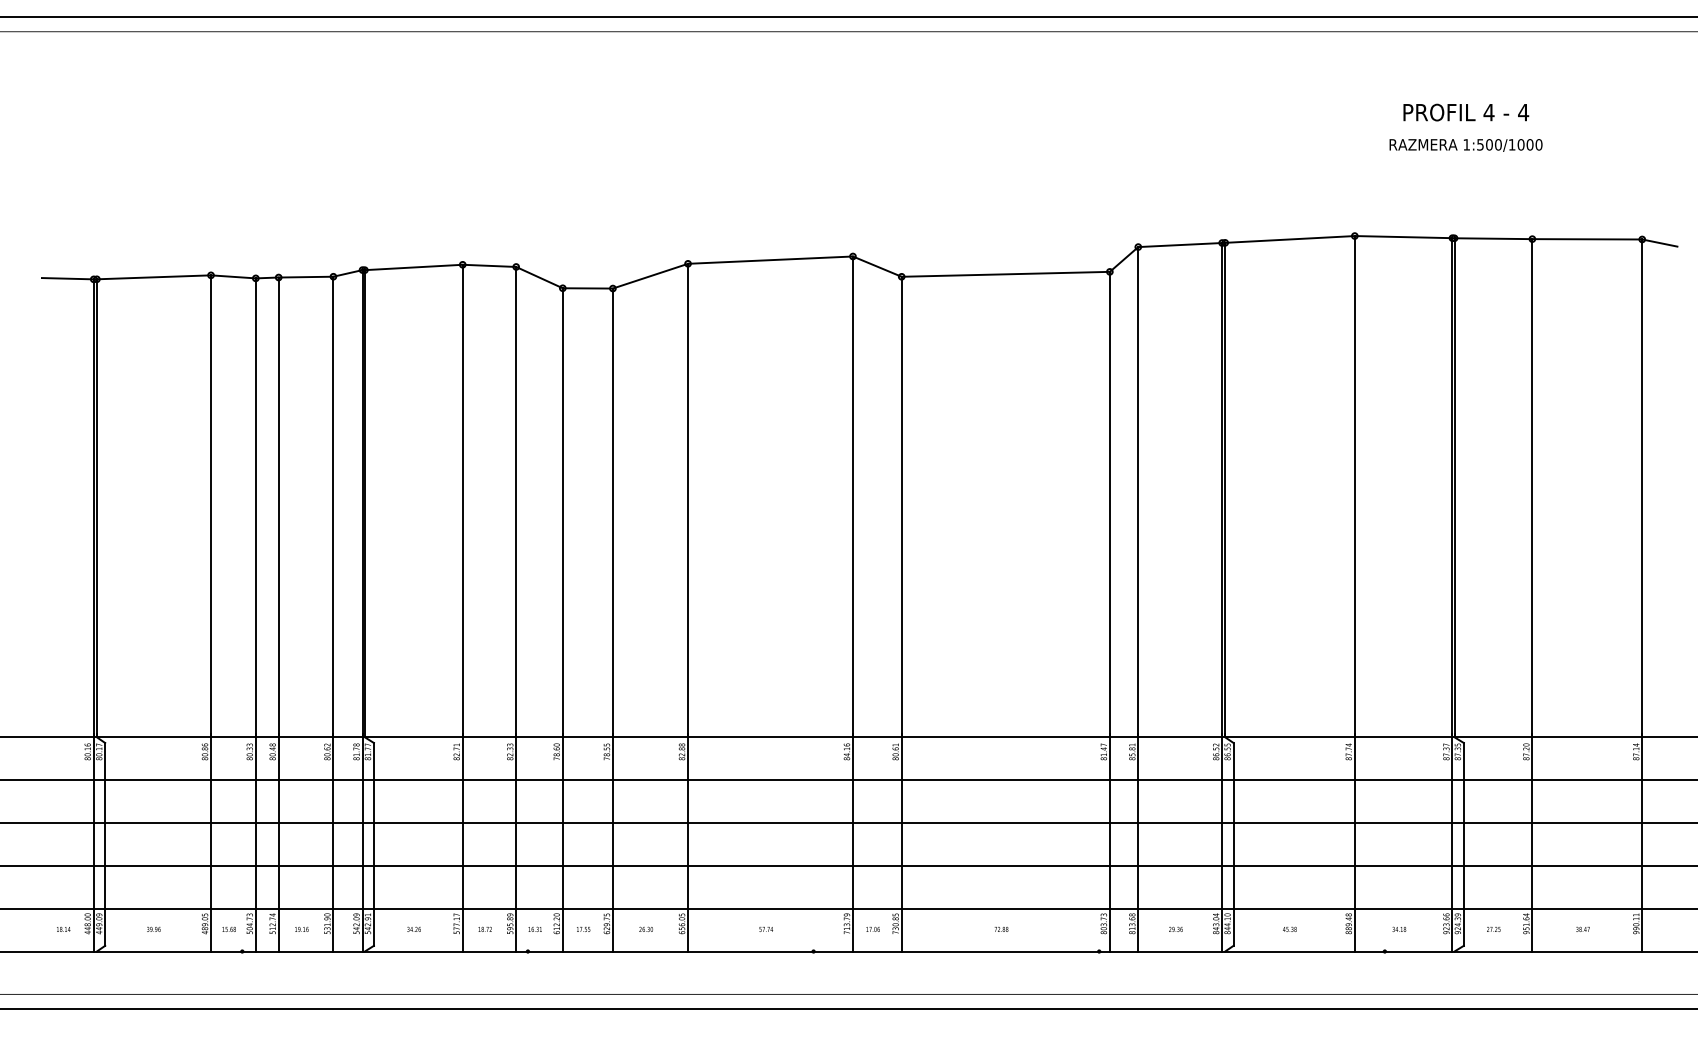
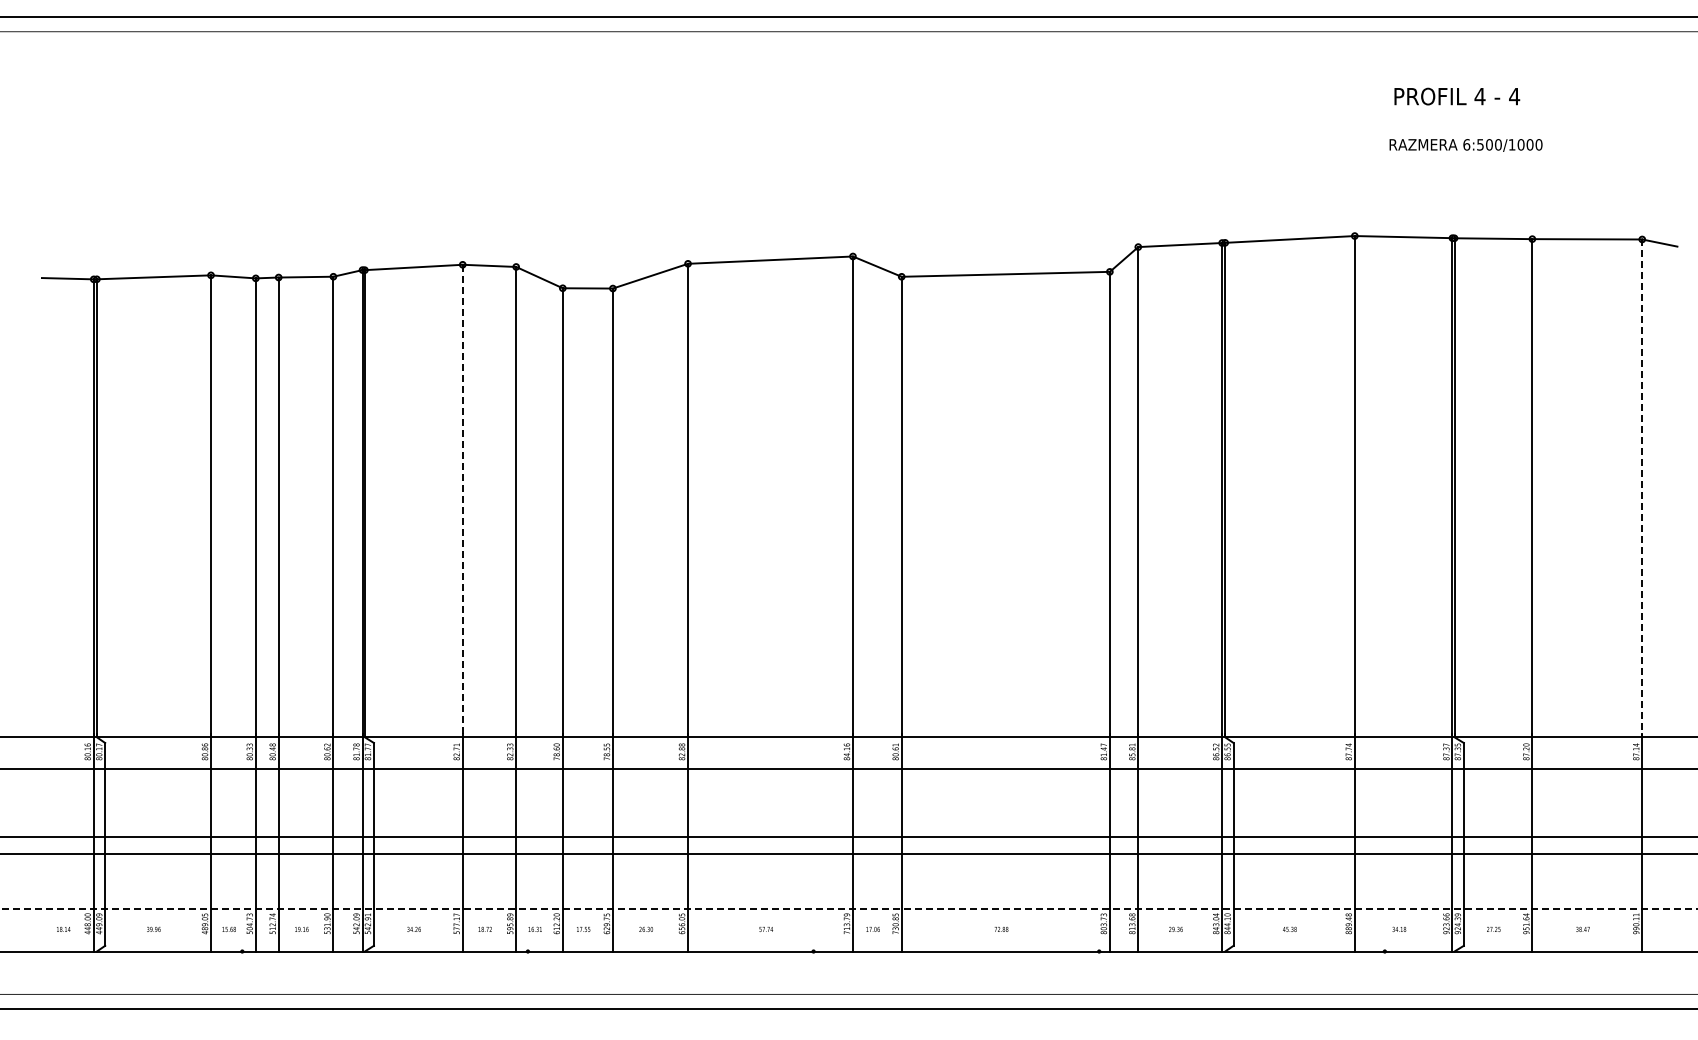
text at (1466, 112) position: (1466, 112) -> (1457, 96)
text at (1466, 144): 1:500/1000 -> 6:500/1000
line at (1642, 488): solid -> dashed
line at (462, 501): solid -> dashed
line at (848, 780) position: (848, 780) -> (848, 769)
line at (848, 822) position: (848, 822) -> (848, 836)
line at (848, 865) position: (848, 865) -> (848, 853)
line at (848, 908): solid -> dashed
